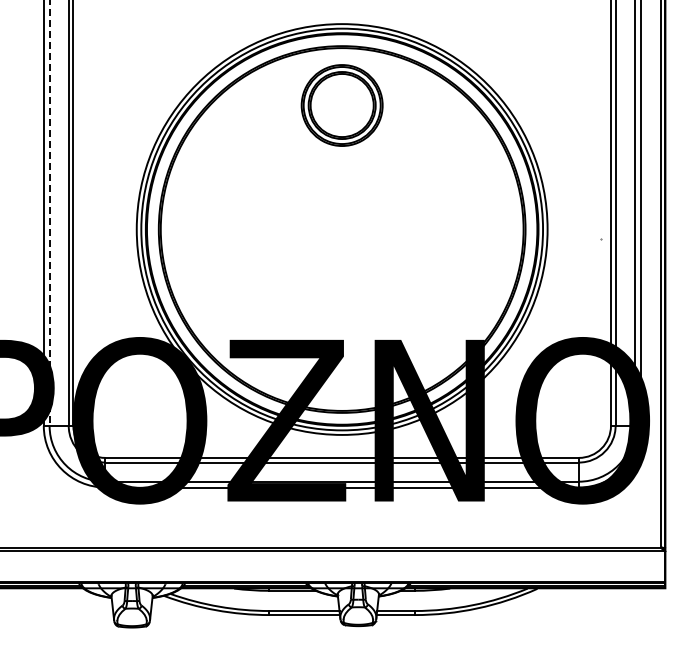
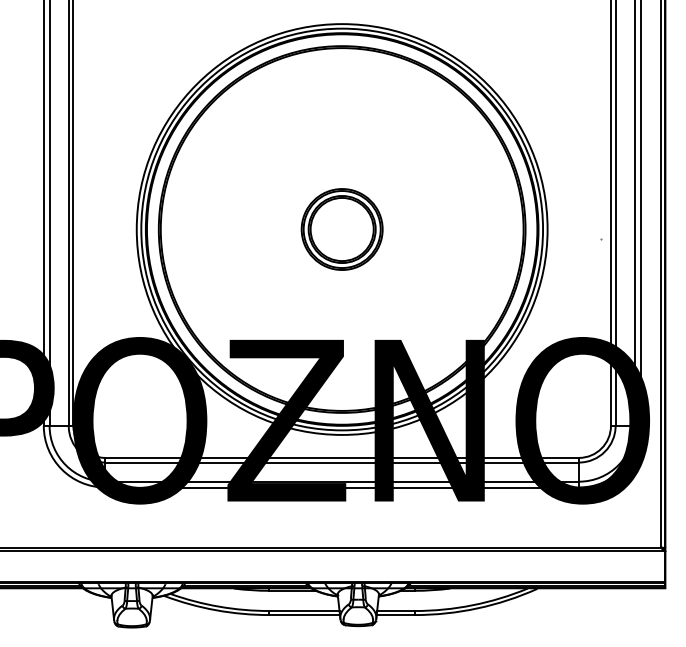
part at (341, 105) position: (341, 105) -> (341, 229)
line at (49, 213): dashed -> solid
